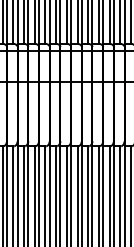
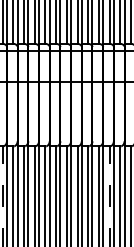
line at (2, 196): solid -> dashed
line at (109, 196): solid -> dashed
